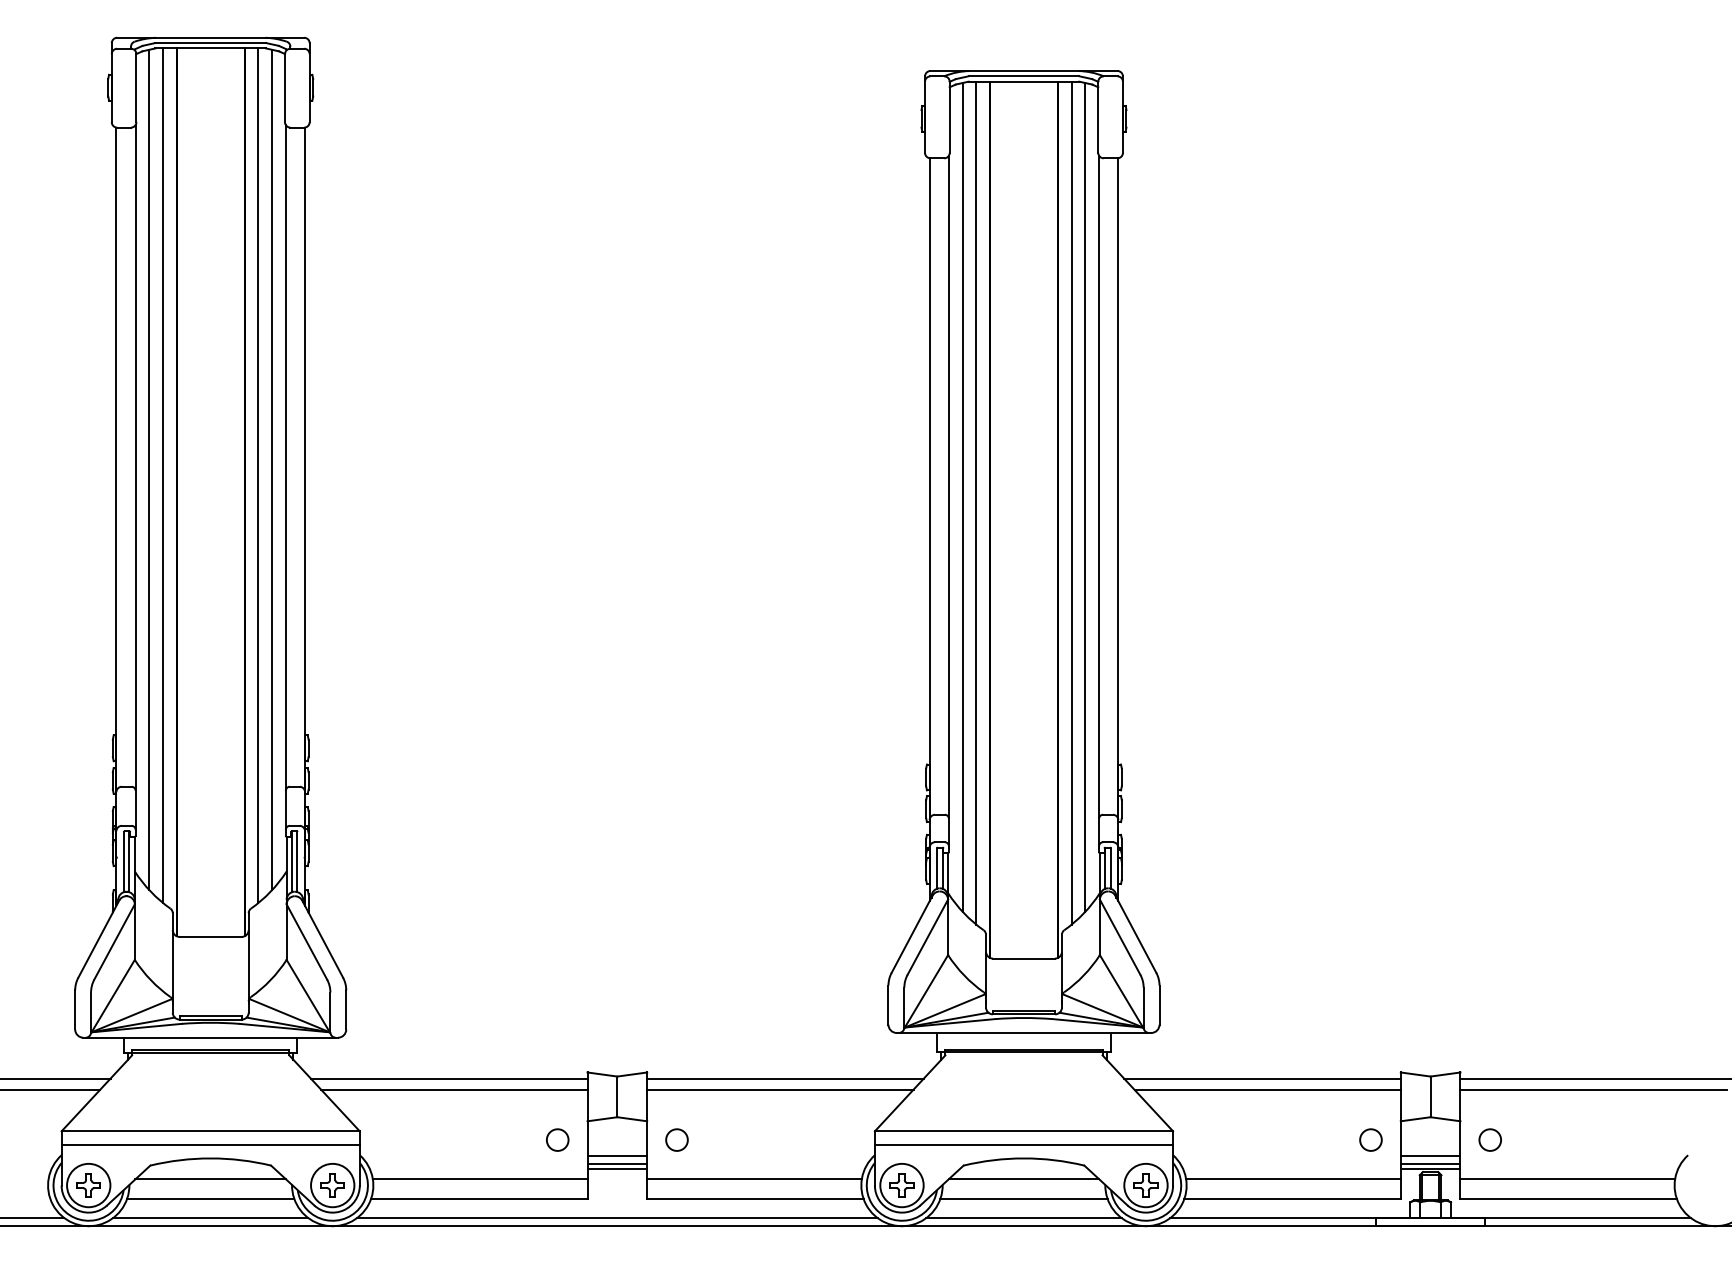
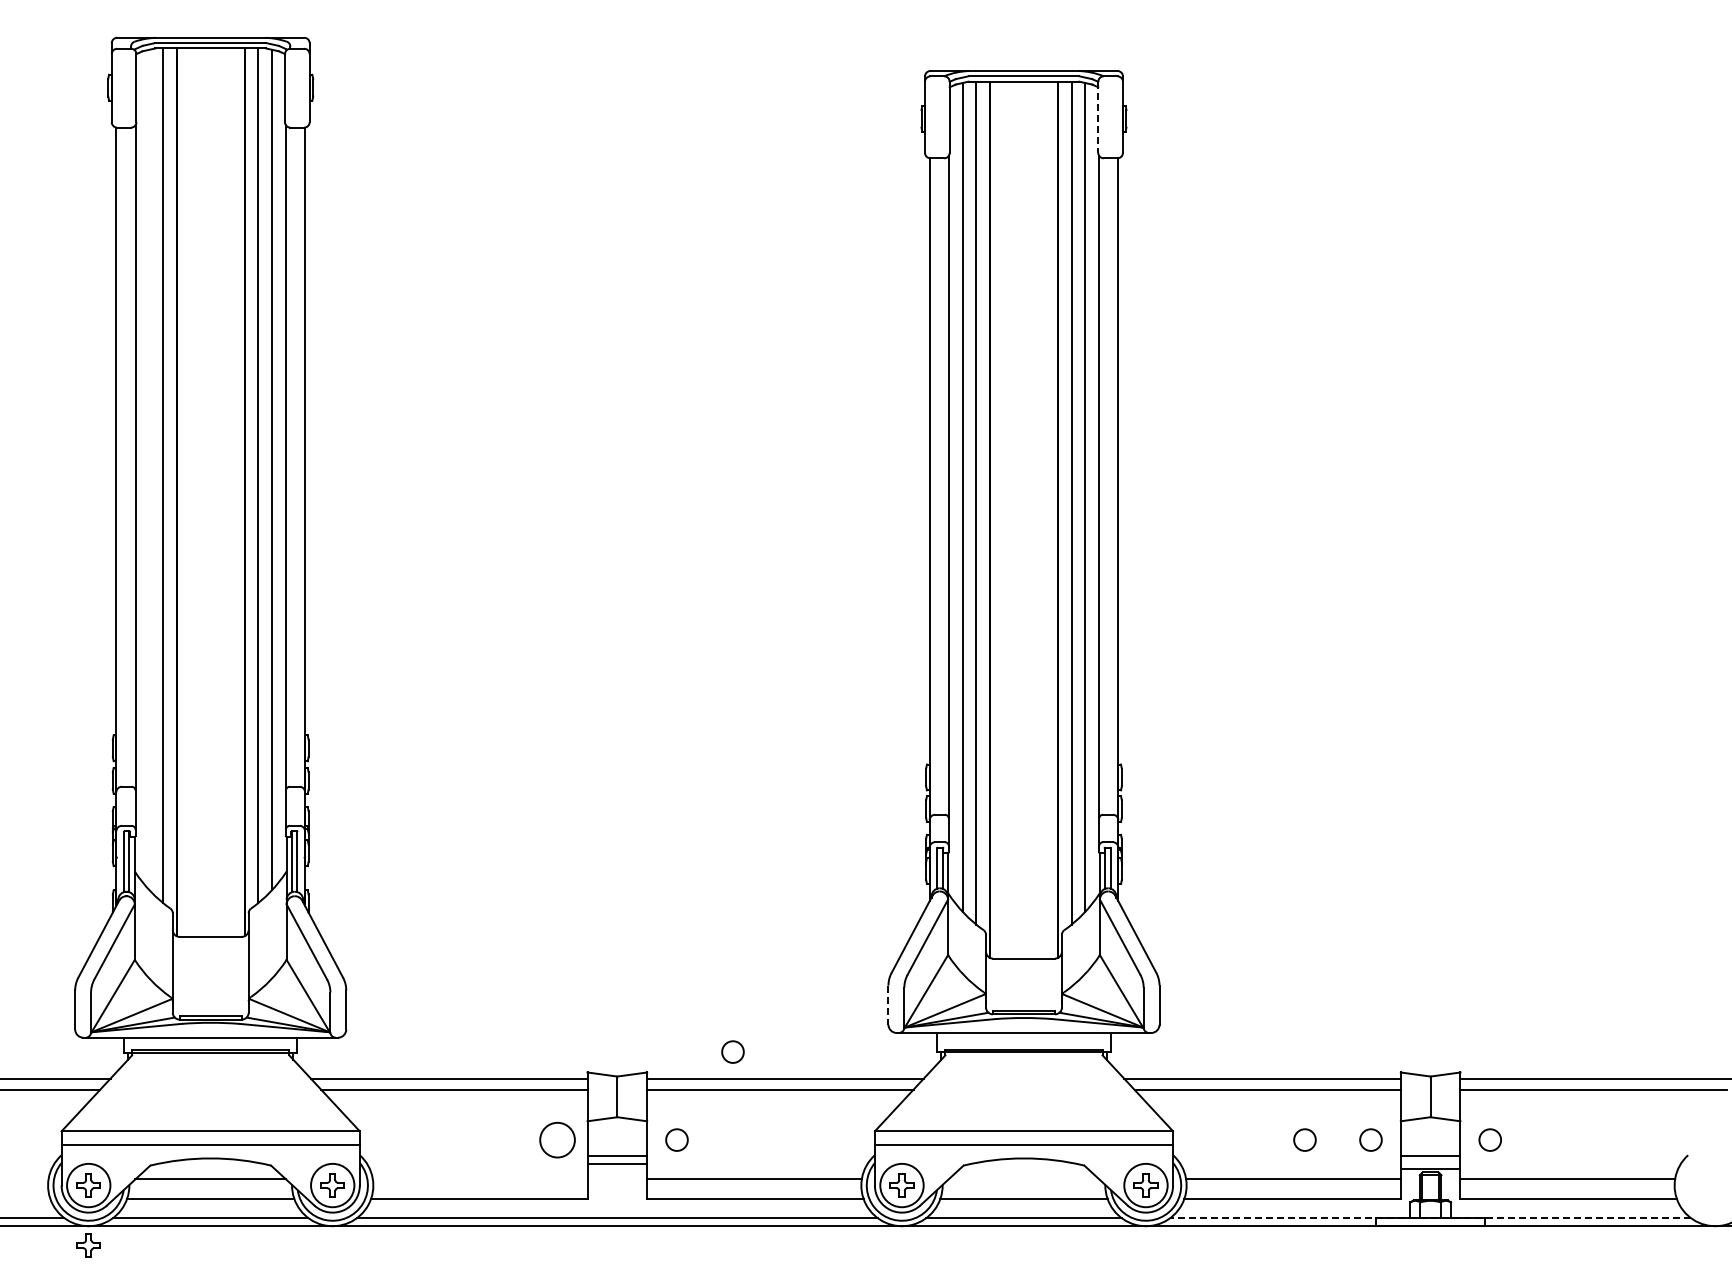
line at (1098, 117): solid -> dashed
line at (149, 469): present -> none
line at (888, 1005): solid -> dashed
circle at (732, 1051): none -> present
circle at (557, 1139) size: 24x24 px -> 37x38 px
circle at (1304, 1139): none -> present
line at (1430, 1163): present -> none
line at (617, 1169): present -> none
line at (479, 1179): present -> none
line at (1023, 1179): present -> none
line at (1430, 1218): solid -> dashed
part at (88, 1245): none -> present
